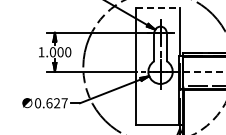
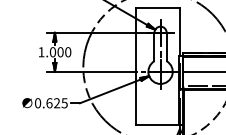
line at (158, 8): dashed -> solid
line at (203, 71): dashed -> solid
text at (64, 103): 0.627 -> 0.625
